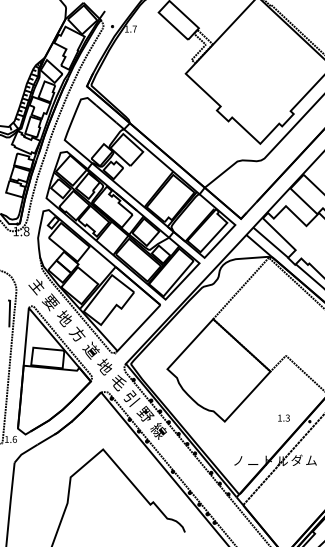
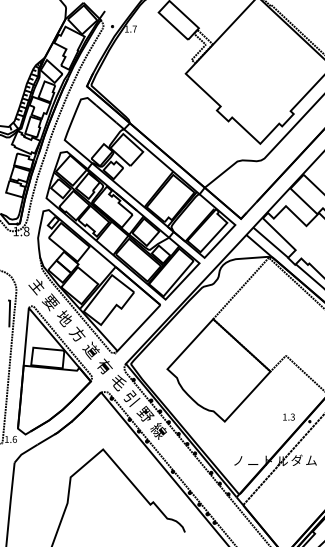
text at (104, 366): 地 -> 有
text at (283, 417) position: (283, 417) -> (288, 416)
